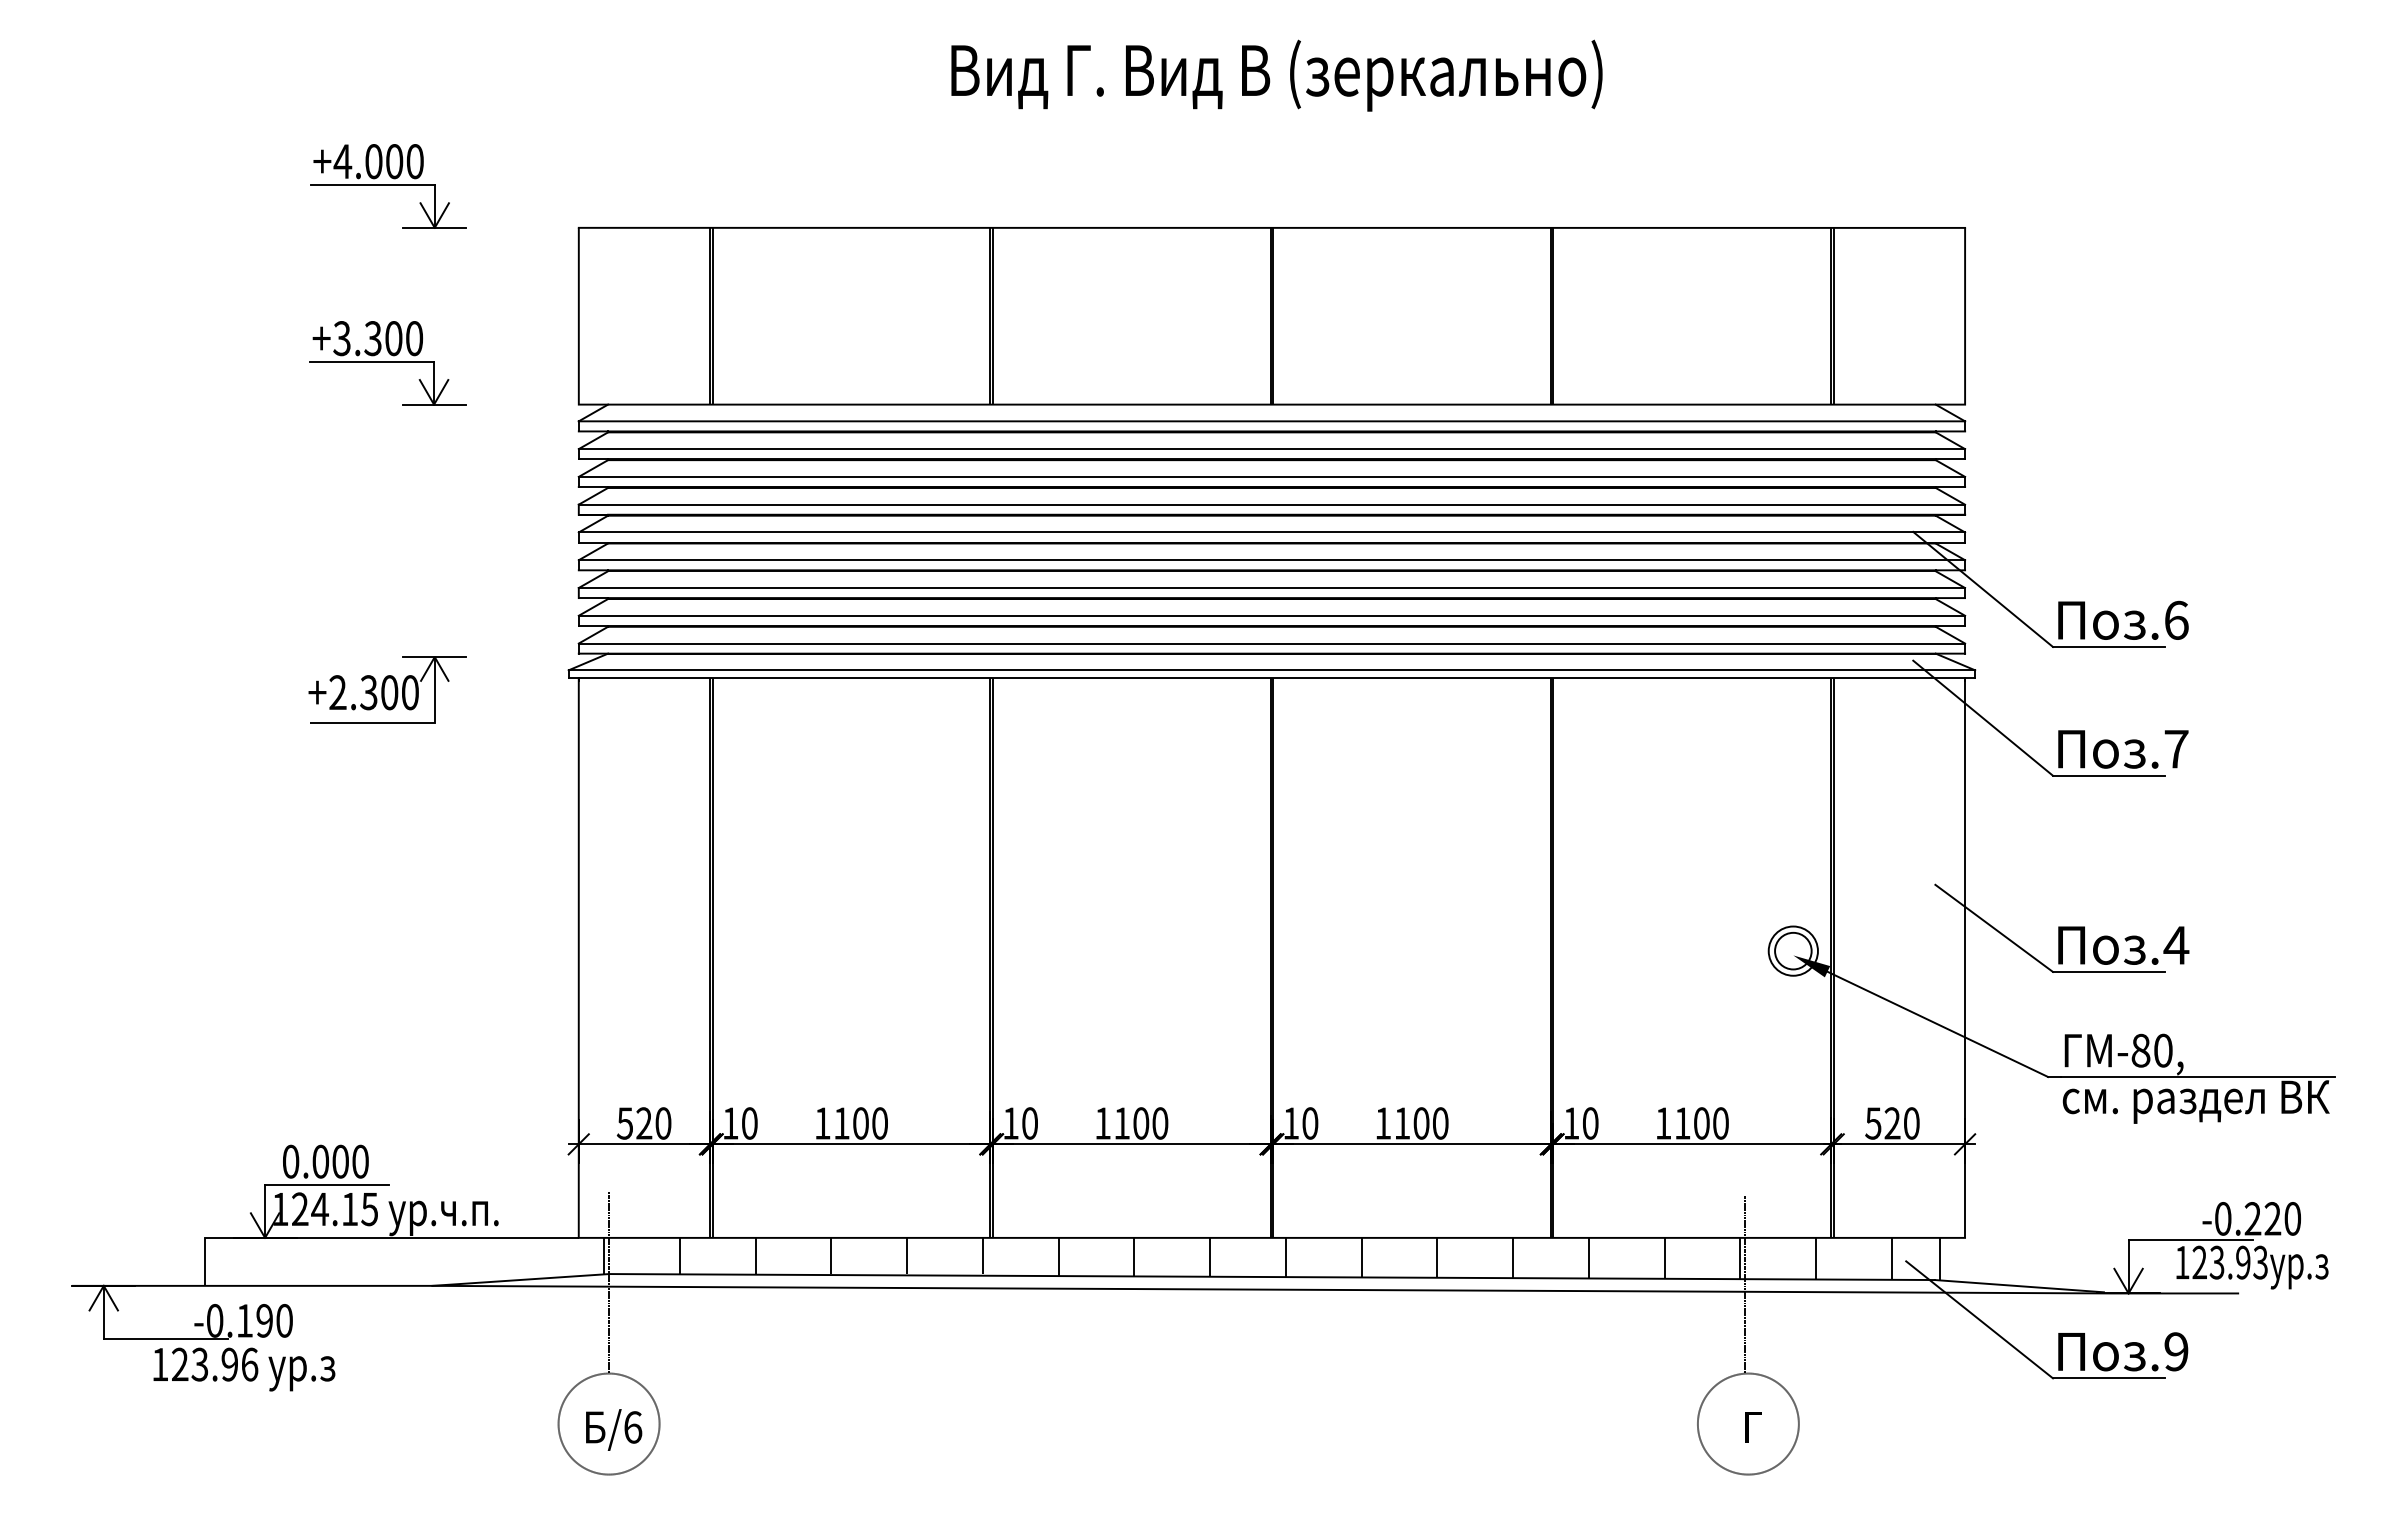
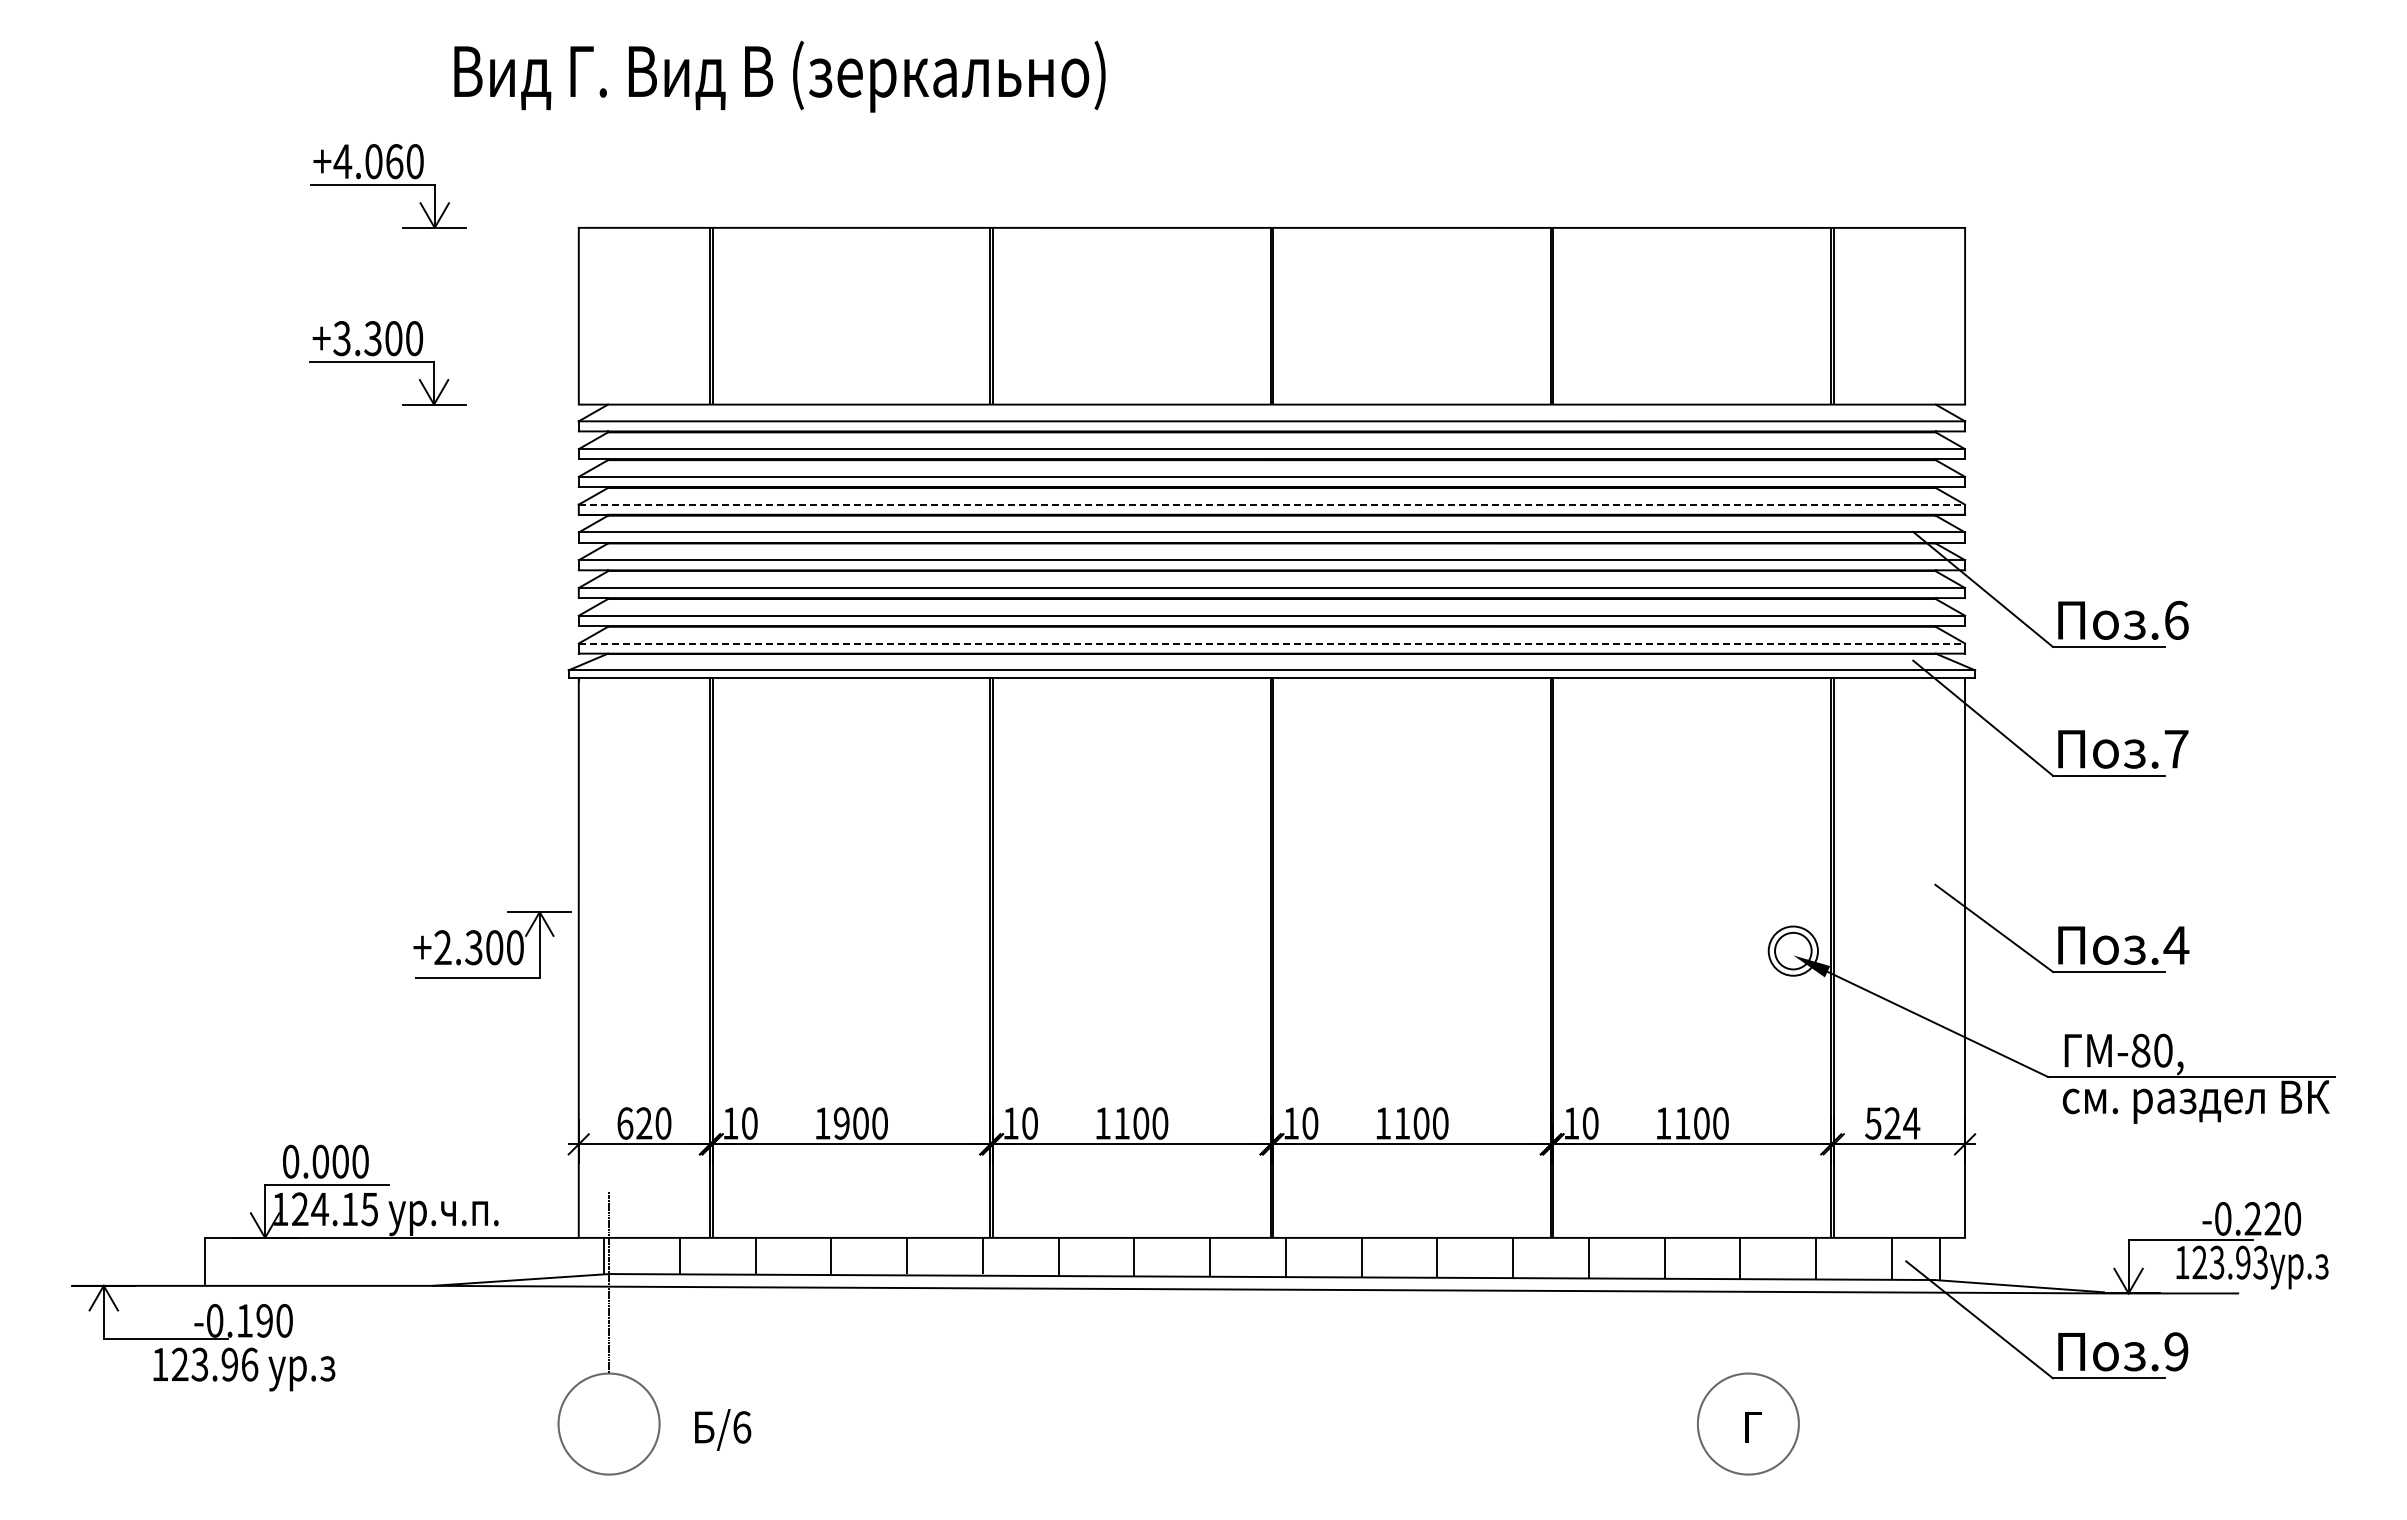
text at (1276, 75) position: (1276, 75) -> (779, 76)
text at (394, 161): +4.000 -> +4.060
line at (1272, 504): solid -> dashed
line at (1272, 643): solid -> dashed
part at (387, 689) position: (387, 689) -> (492, 944)
text at (624, 1123): 520 -> 620
text at (841, 1123): 1100 -> 1900
text at (1911, 1123): 520 -> 524
line at (1745, 1284): present -> none
text at (614, 1429) position: (614, 1429) -> (723, 1429)
